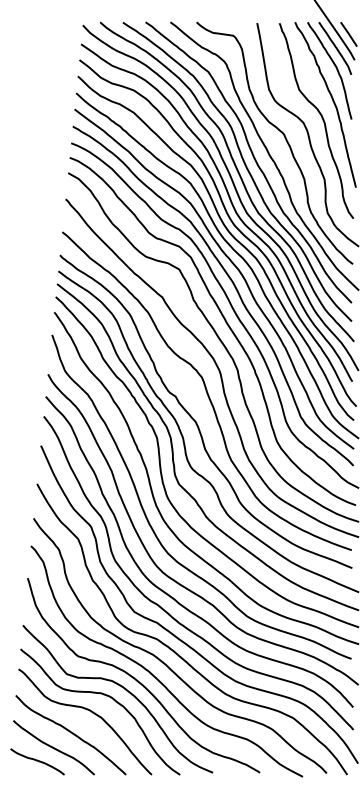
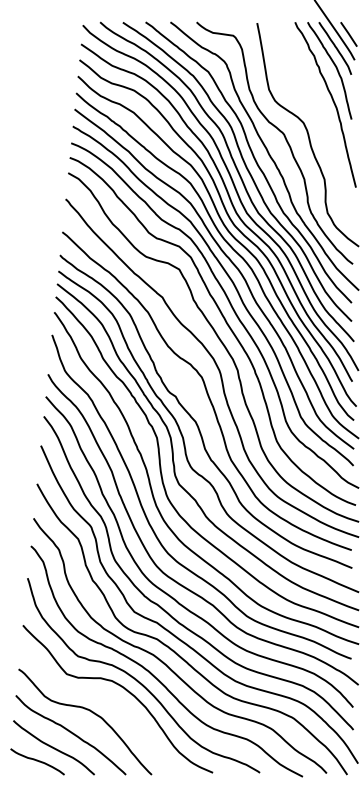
curve at (321, 118): present -> none
curve at (106, 696): present -> none
